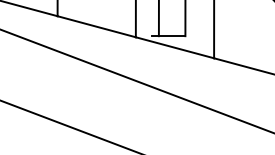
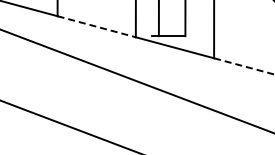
line at (96, 26): solid -> dashed
line at (244, 66): solid -> dashed
